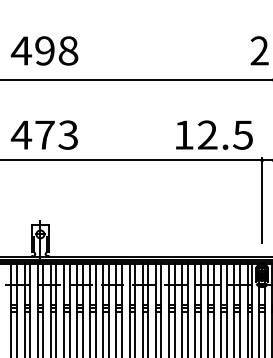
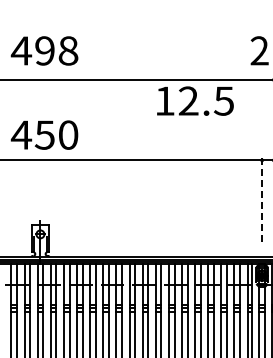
text at (56, 134): 473 -> 450
text at (214, 134) position: (214, 134) -> (195, 100)
line at (262, 200): solid -> dashed
